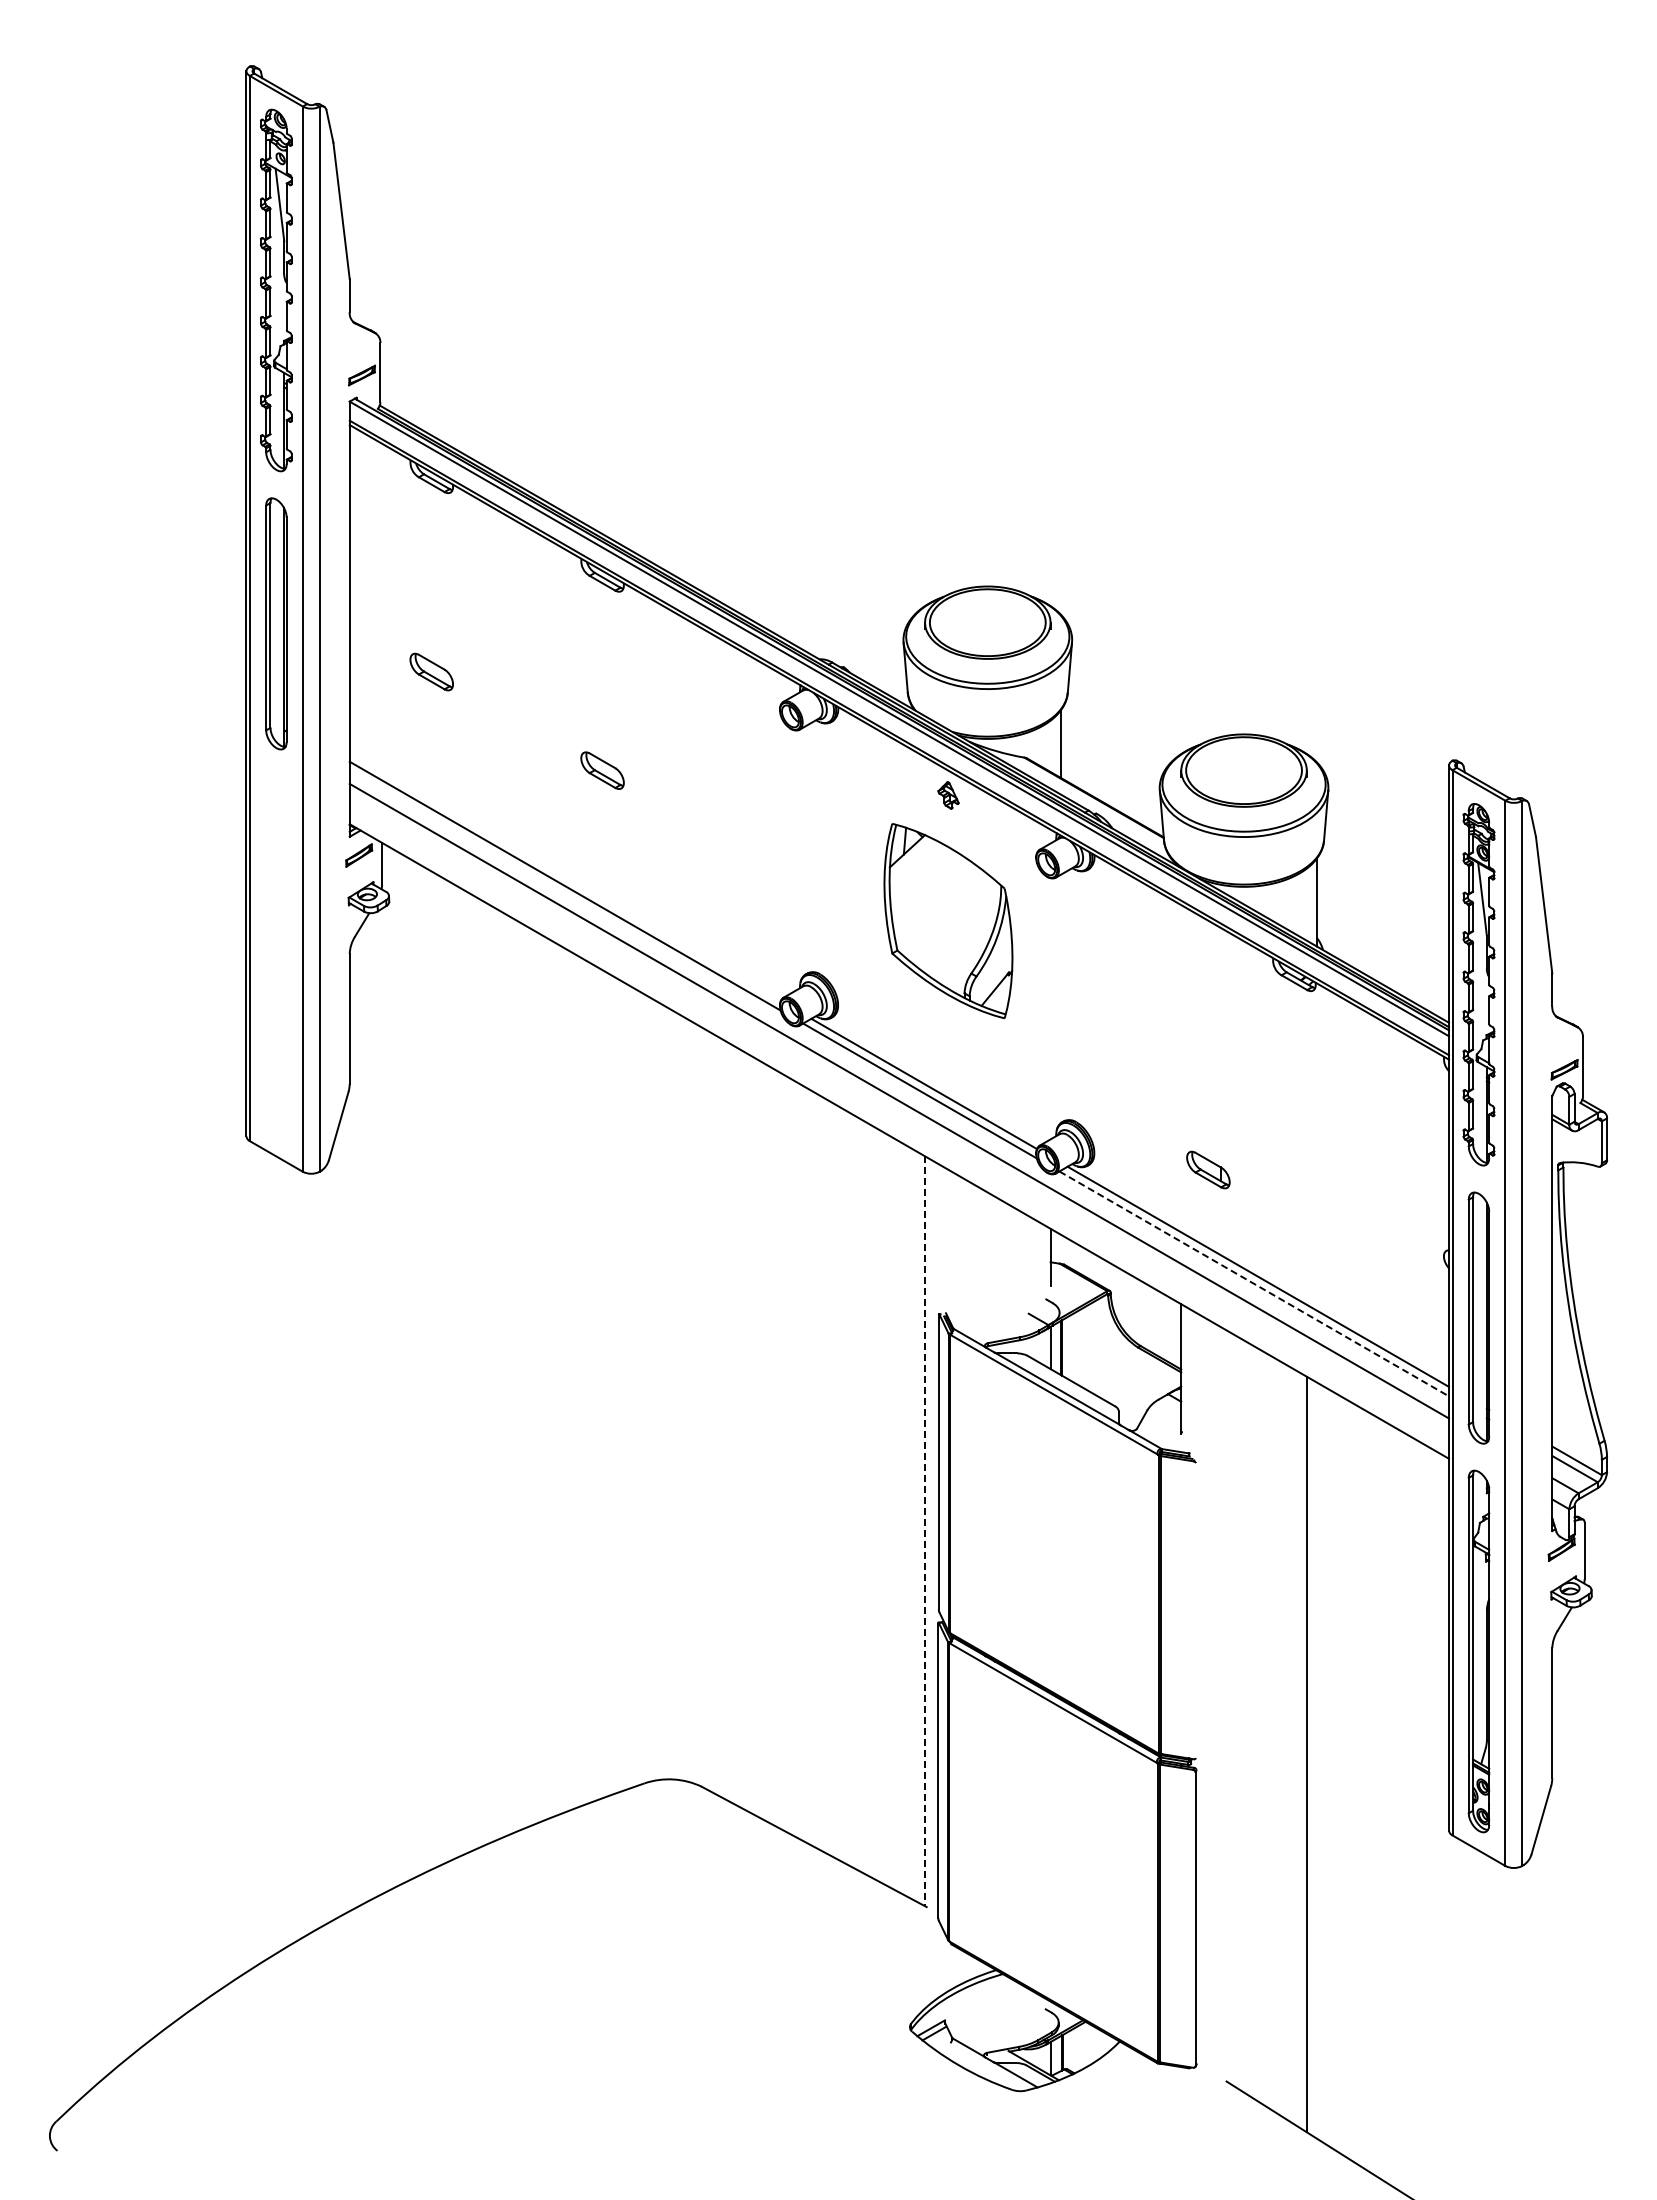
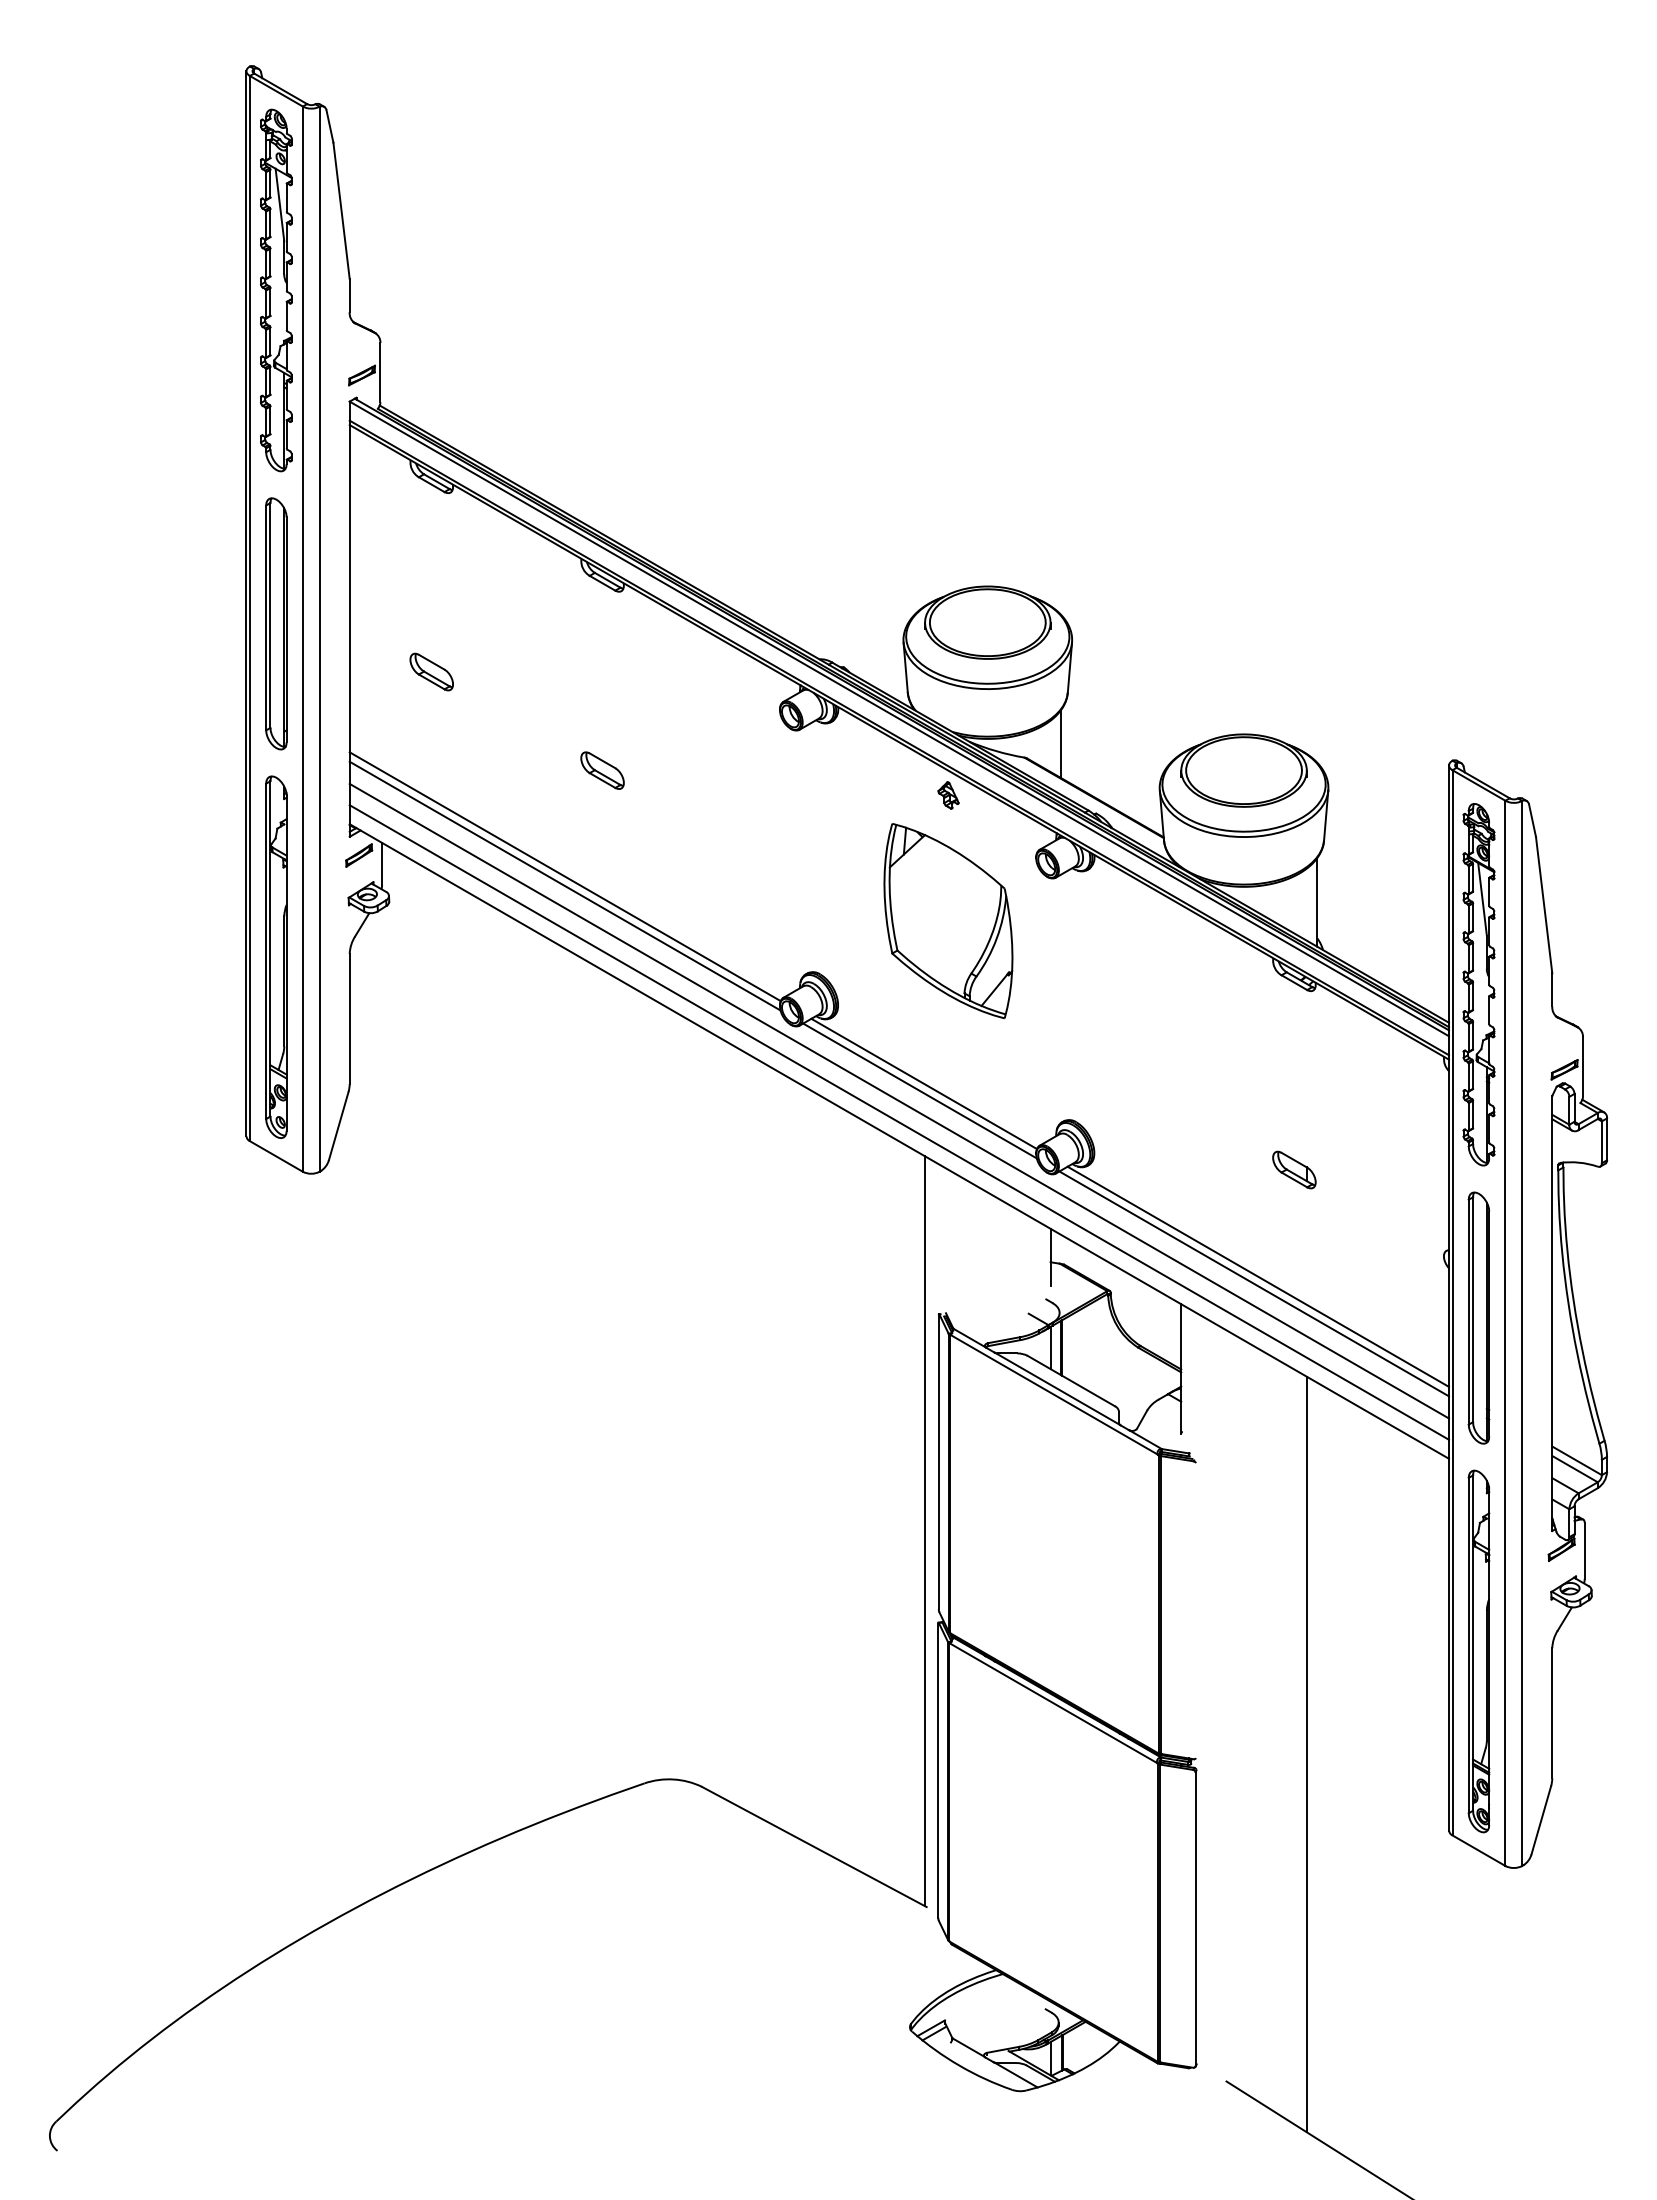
line at (564, 876): none -> present
part at (276, 956): none -> present
line at (899, 1122): none -> present
part at (1208, 1169) position: (1208, 1169) -> (1294, 1169)
line at (1254, 1283): dashed -> solid
line at (925, 1531): dashed -> solid
